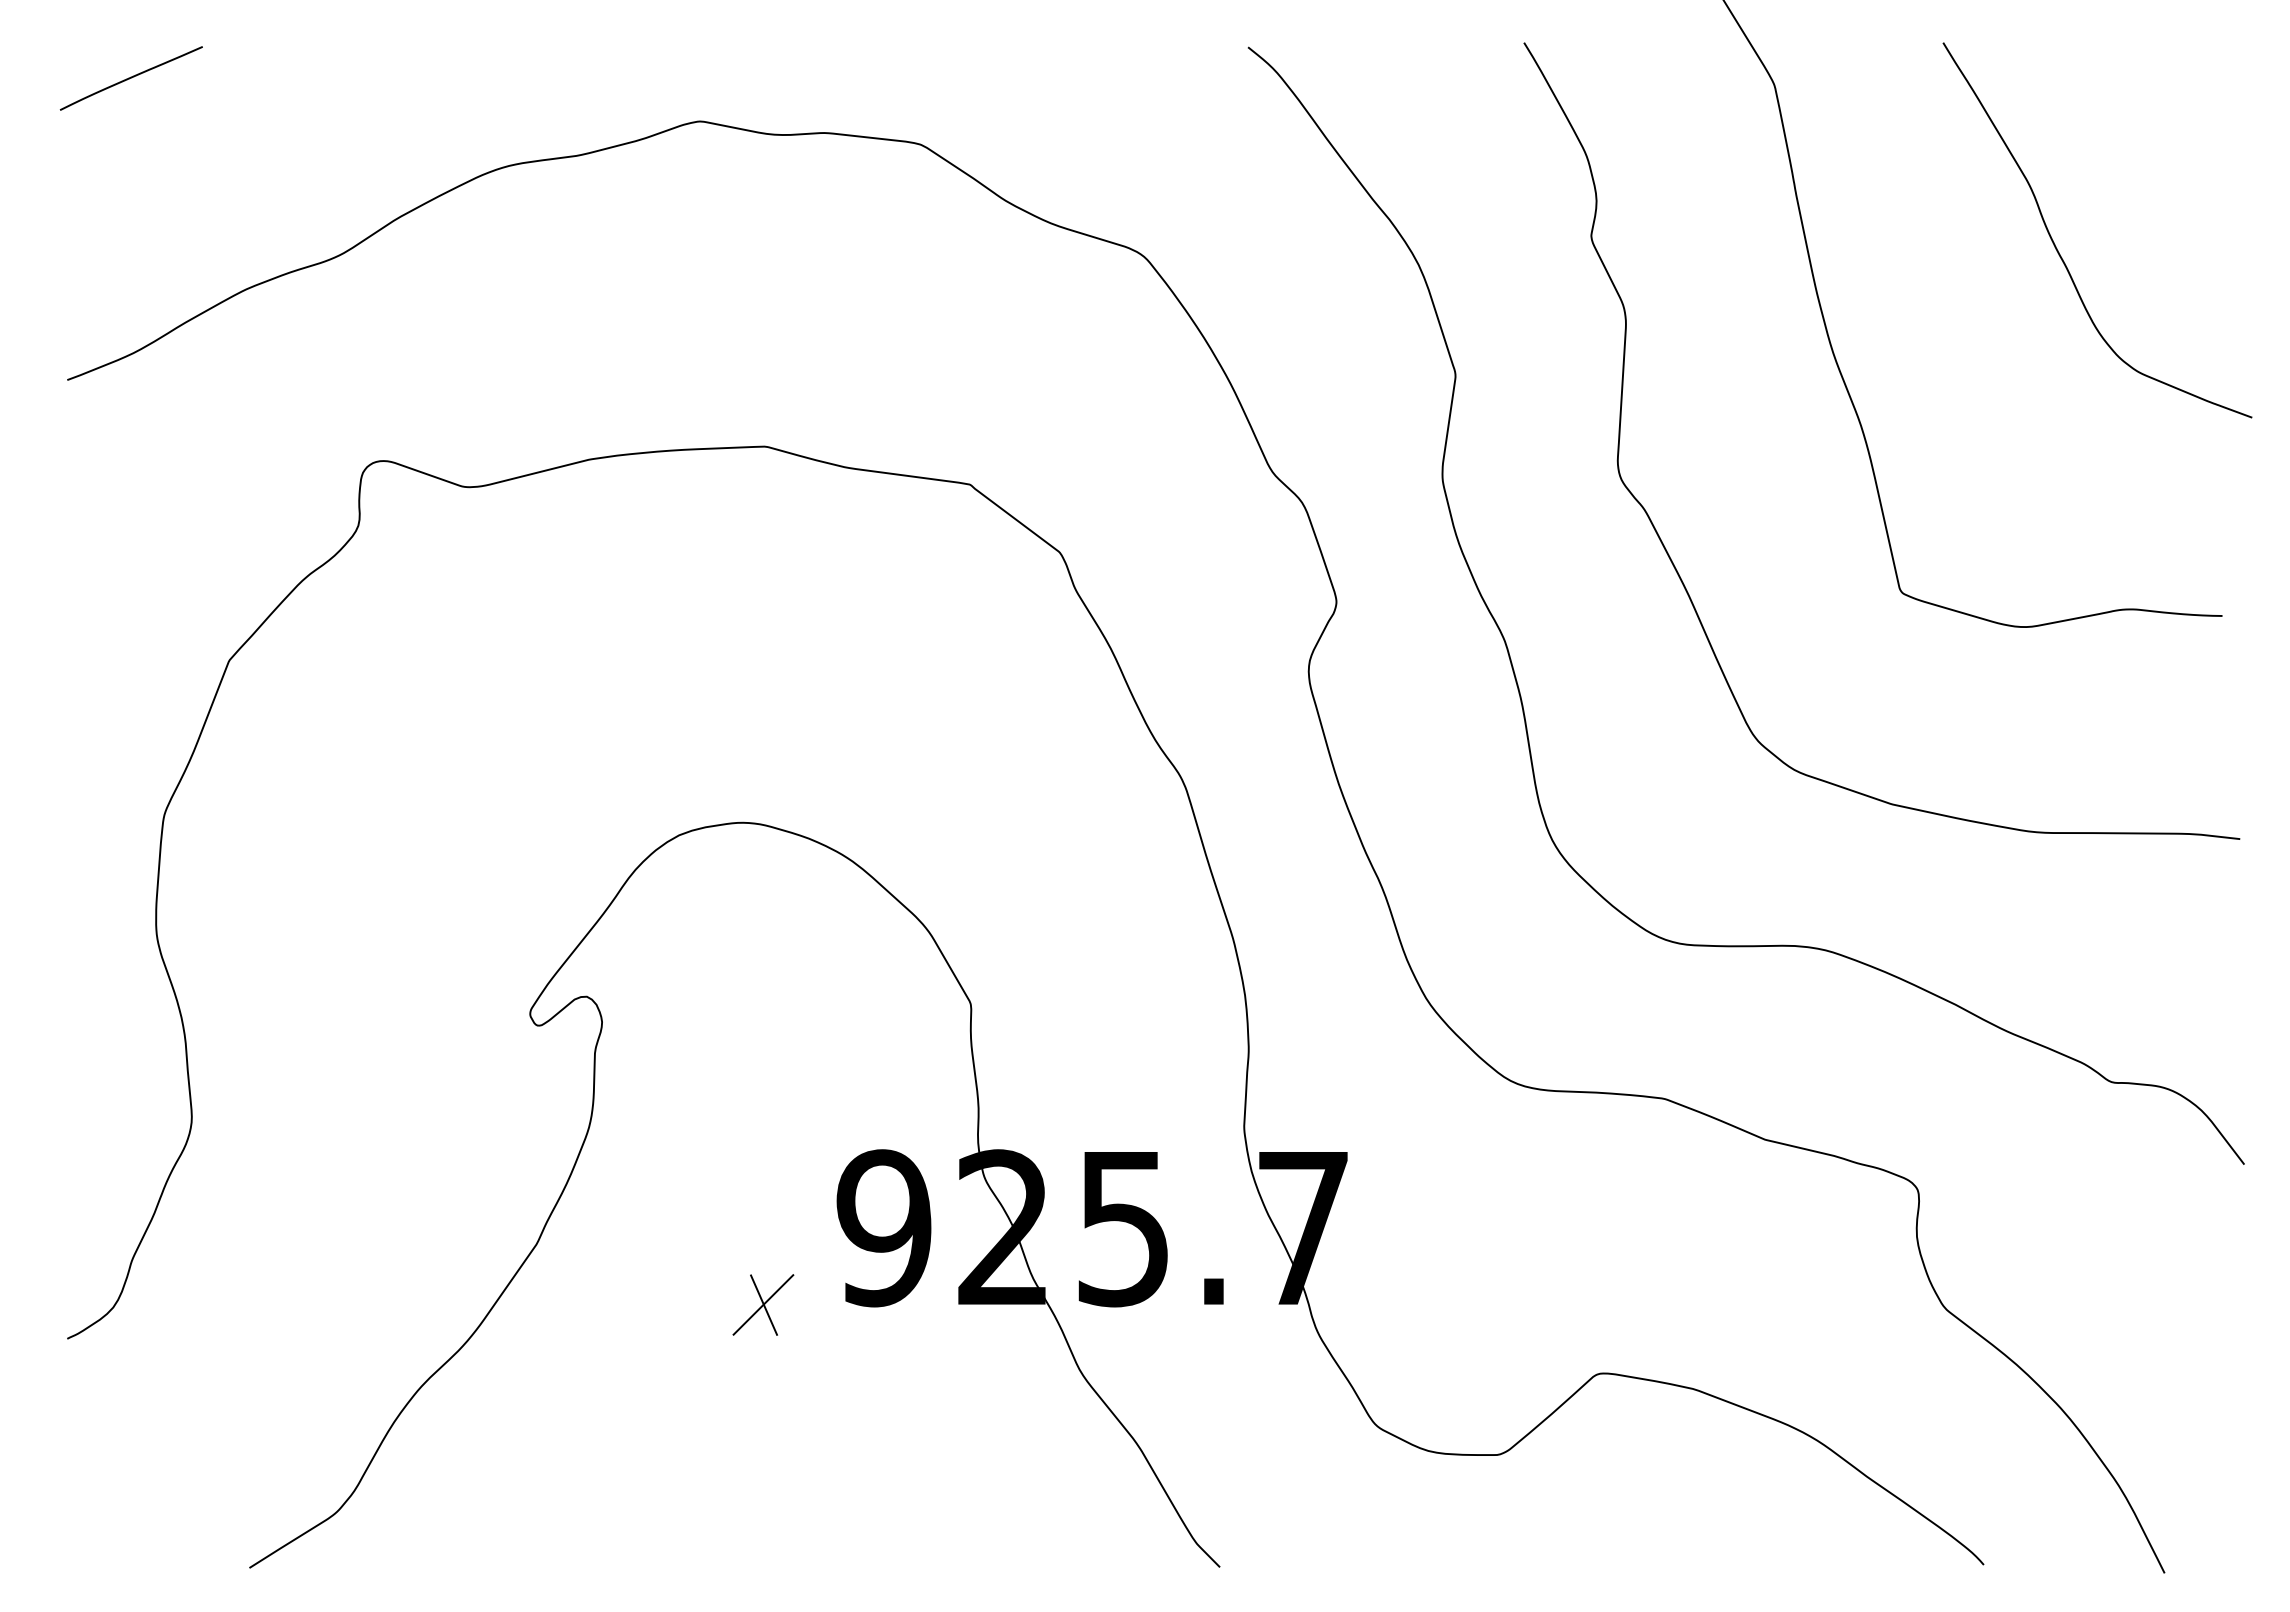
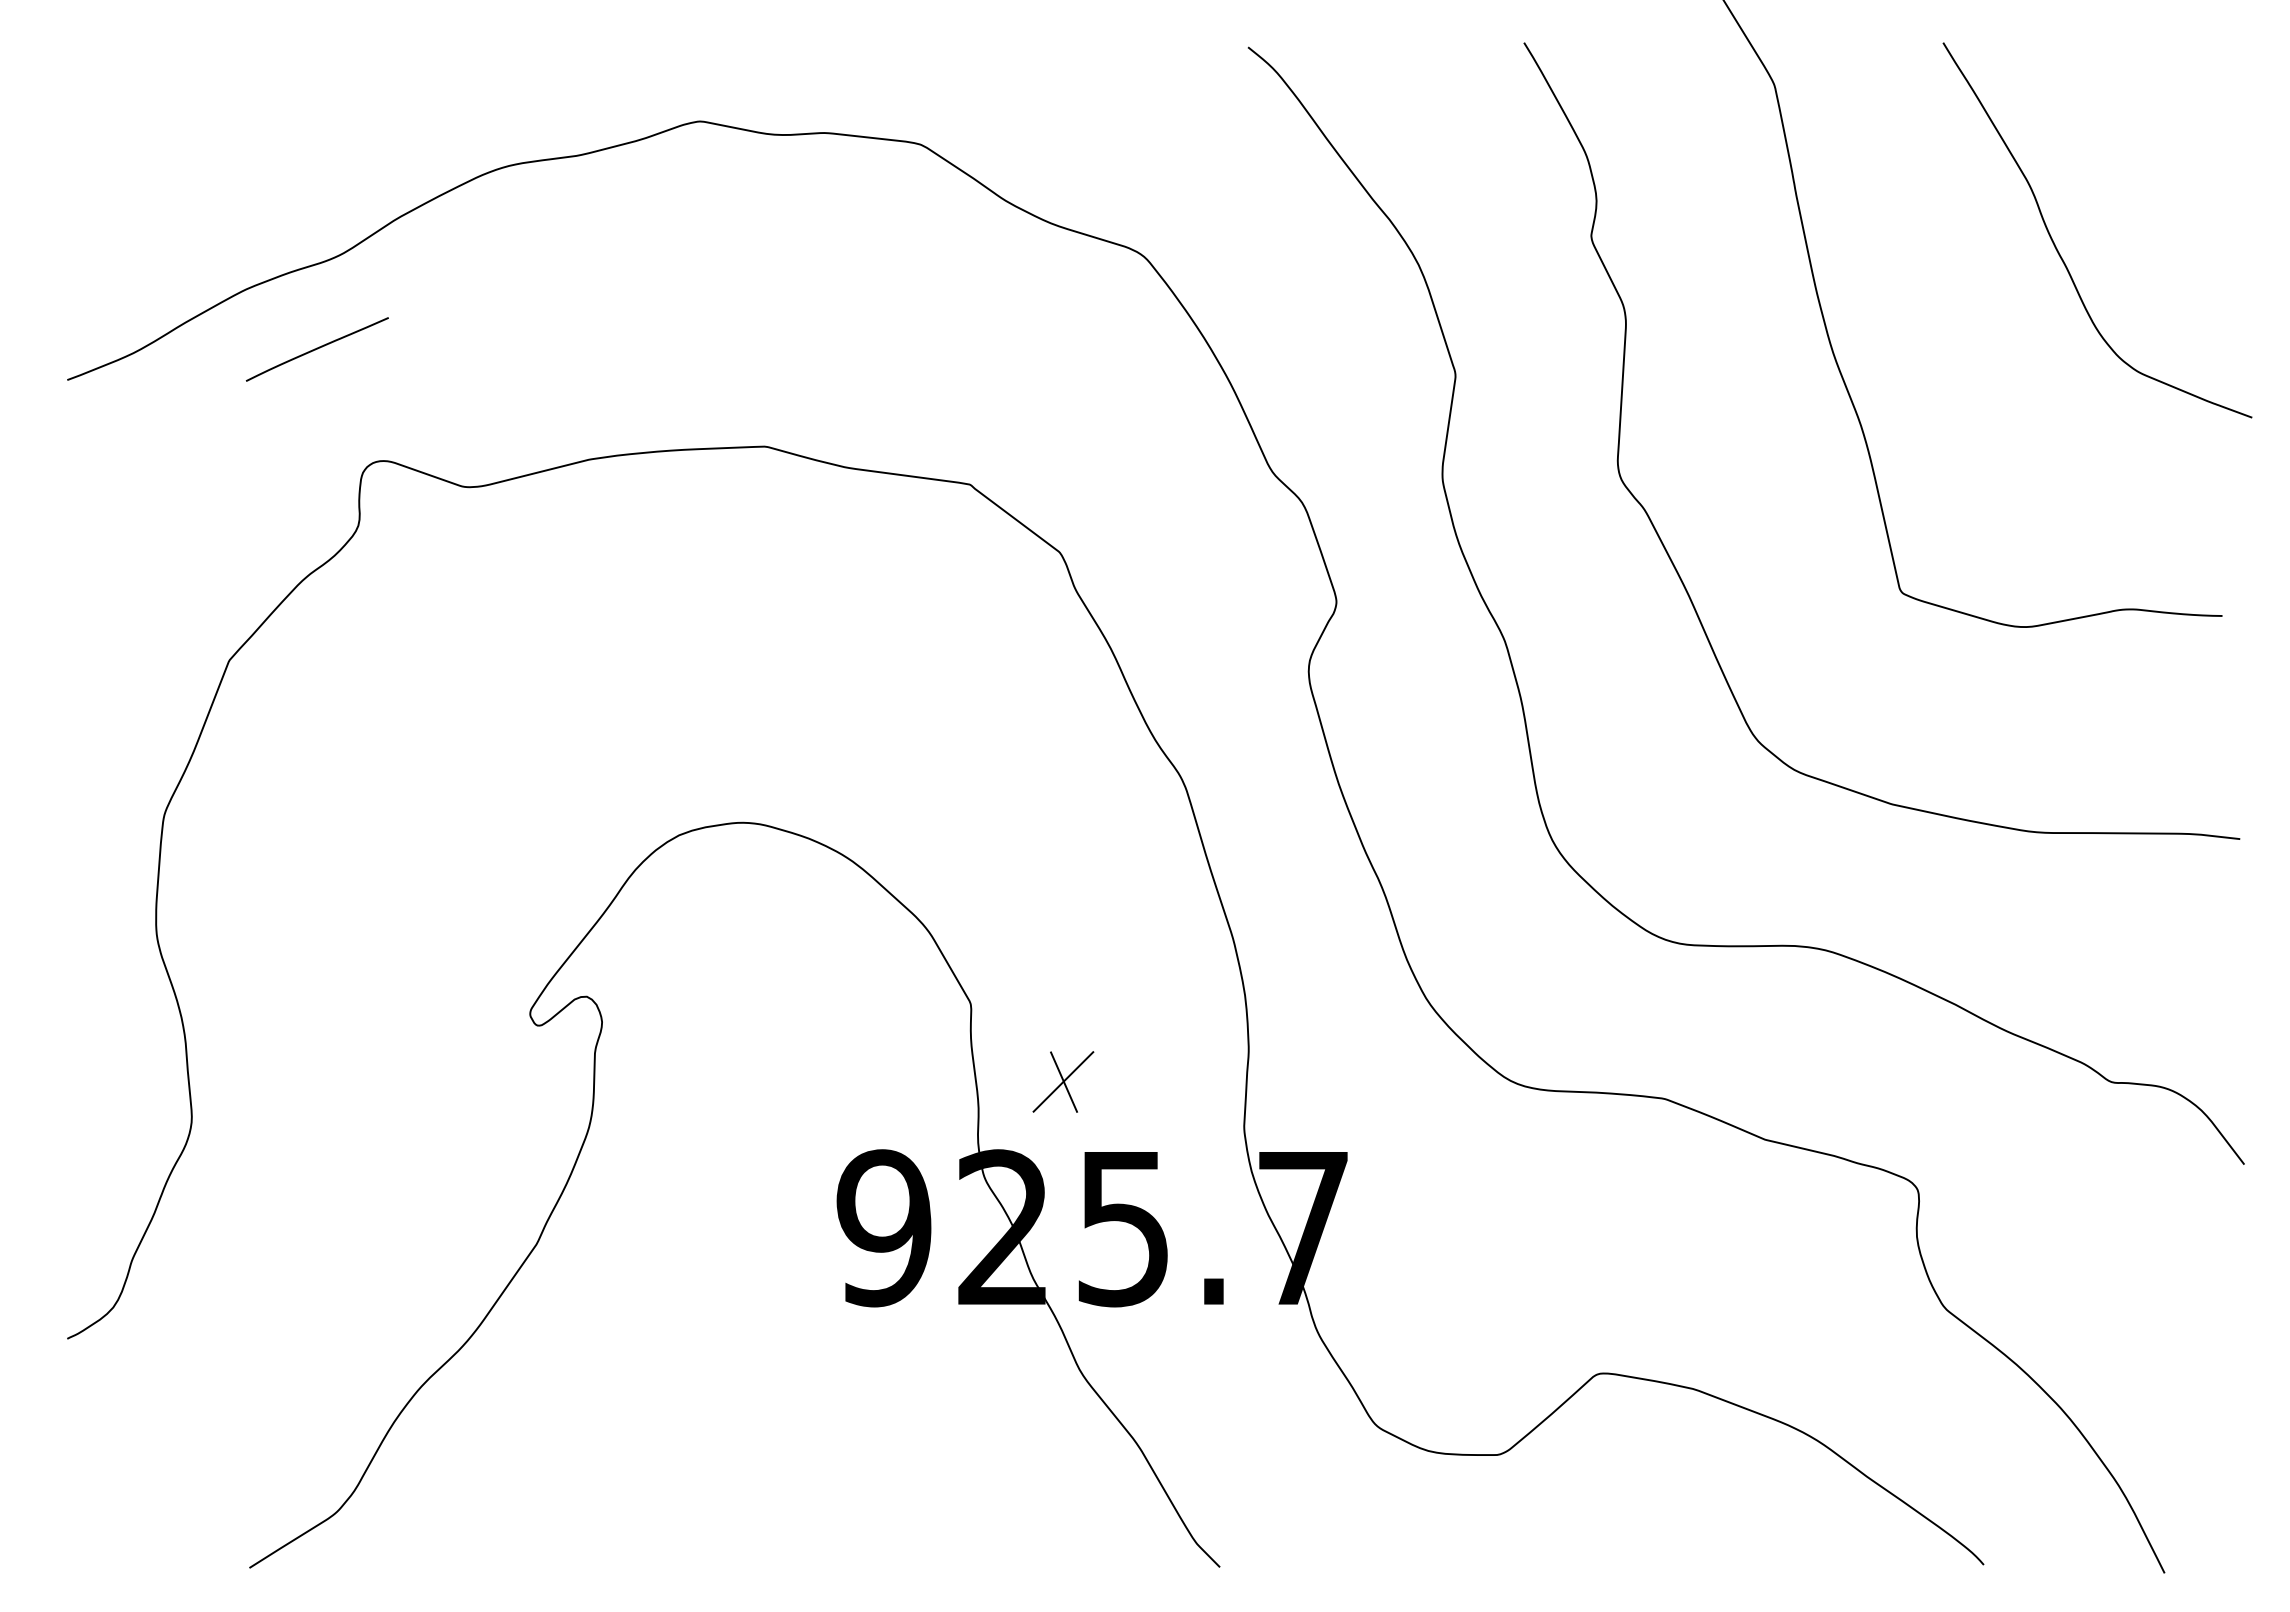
curve at (130, 78) position: (130, 78) -> (316, 349)
part at (763, 1304) position: (763, 1304) -> (1063, 1081)
